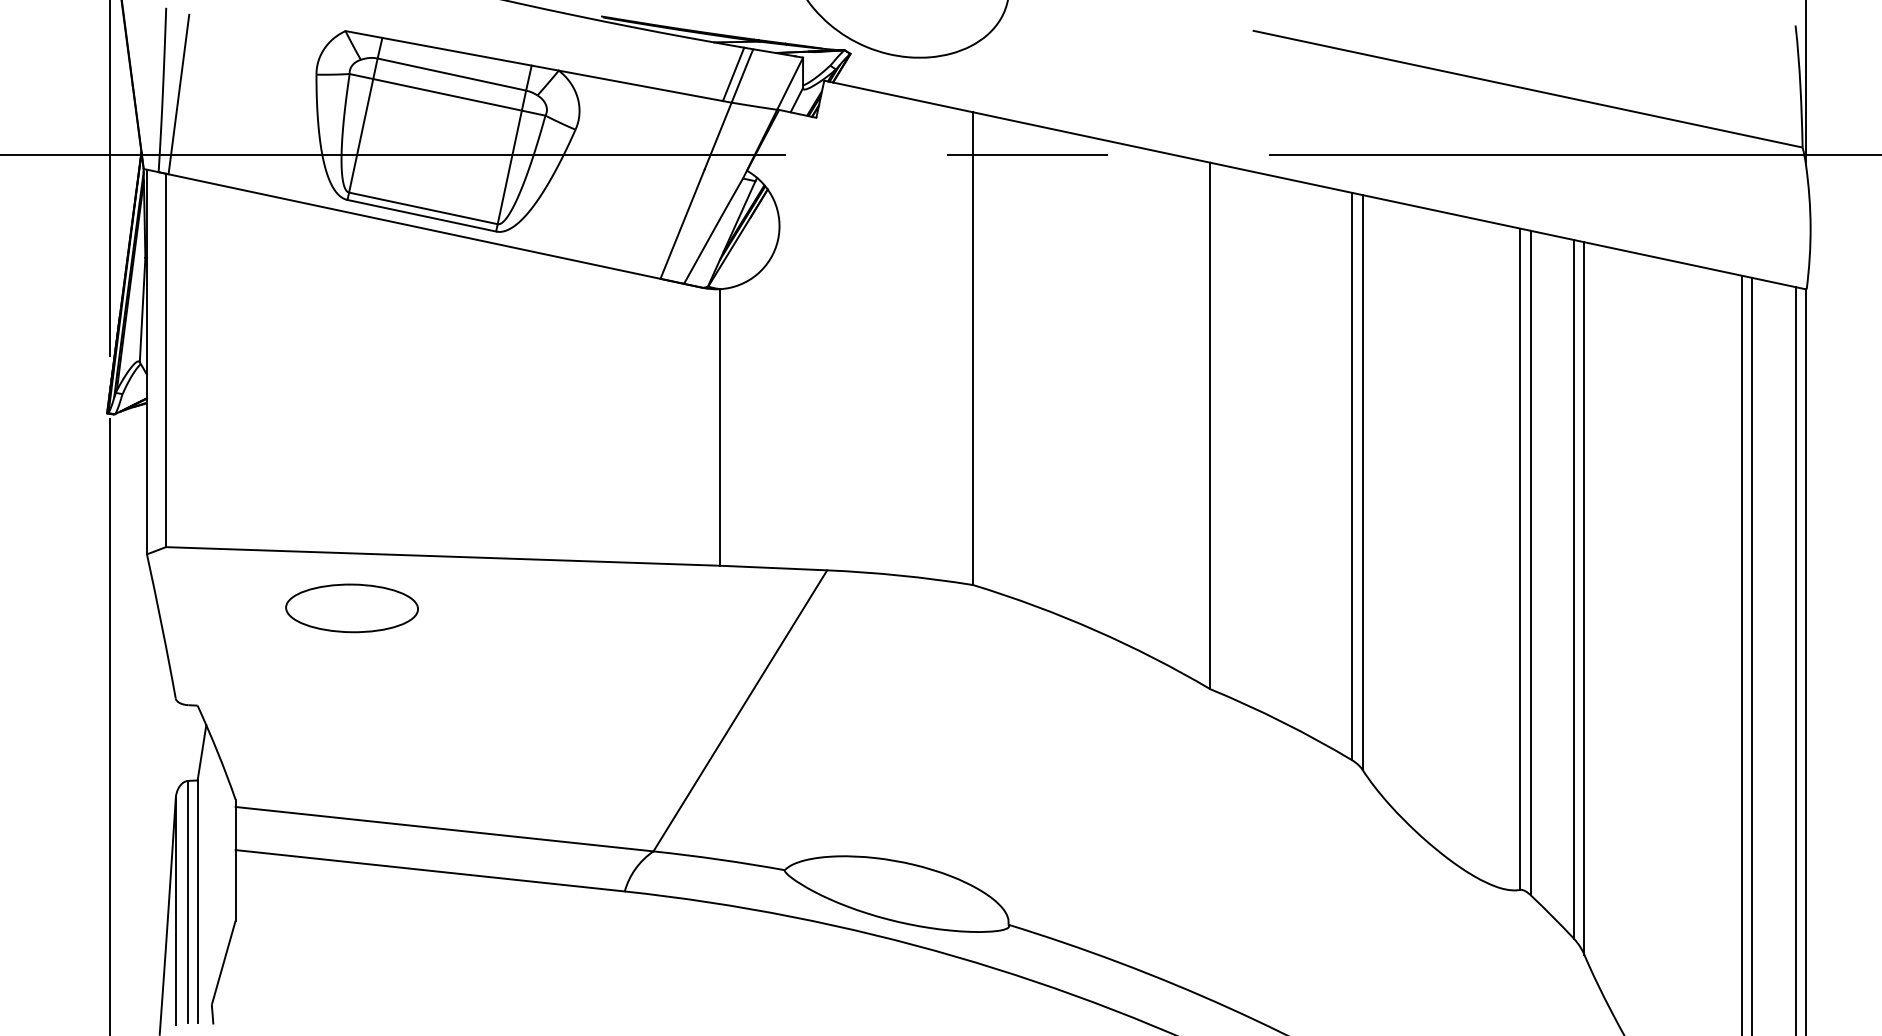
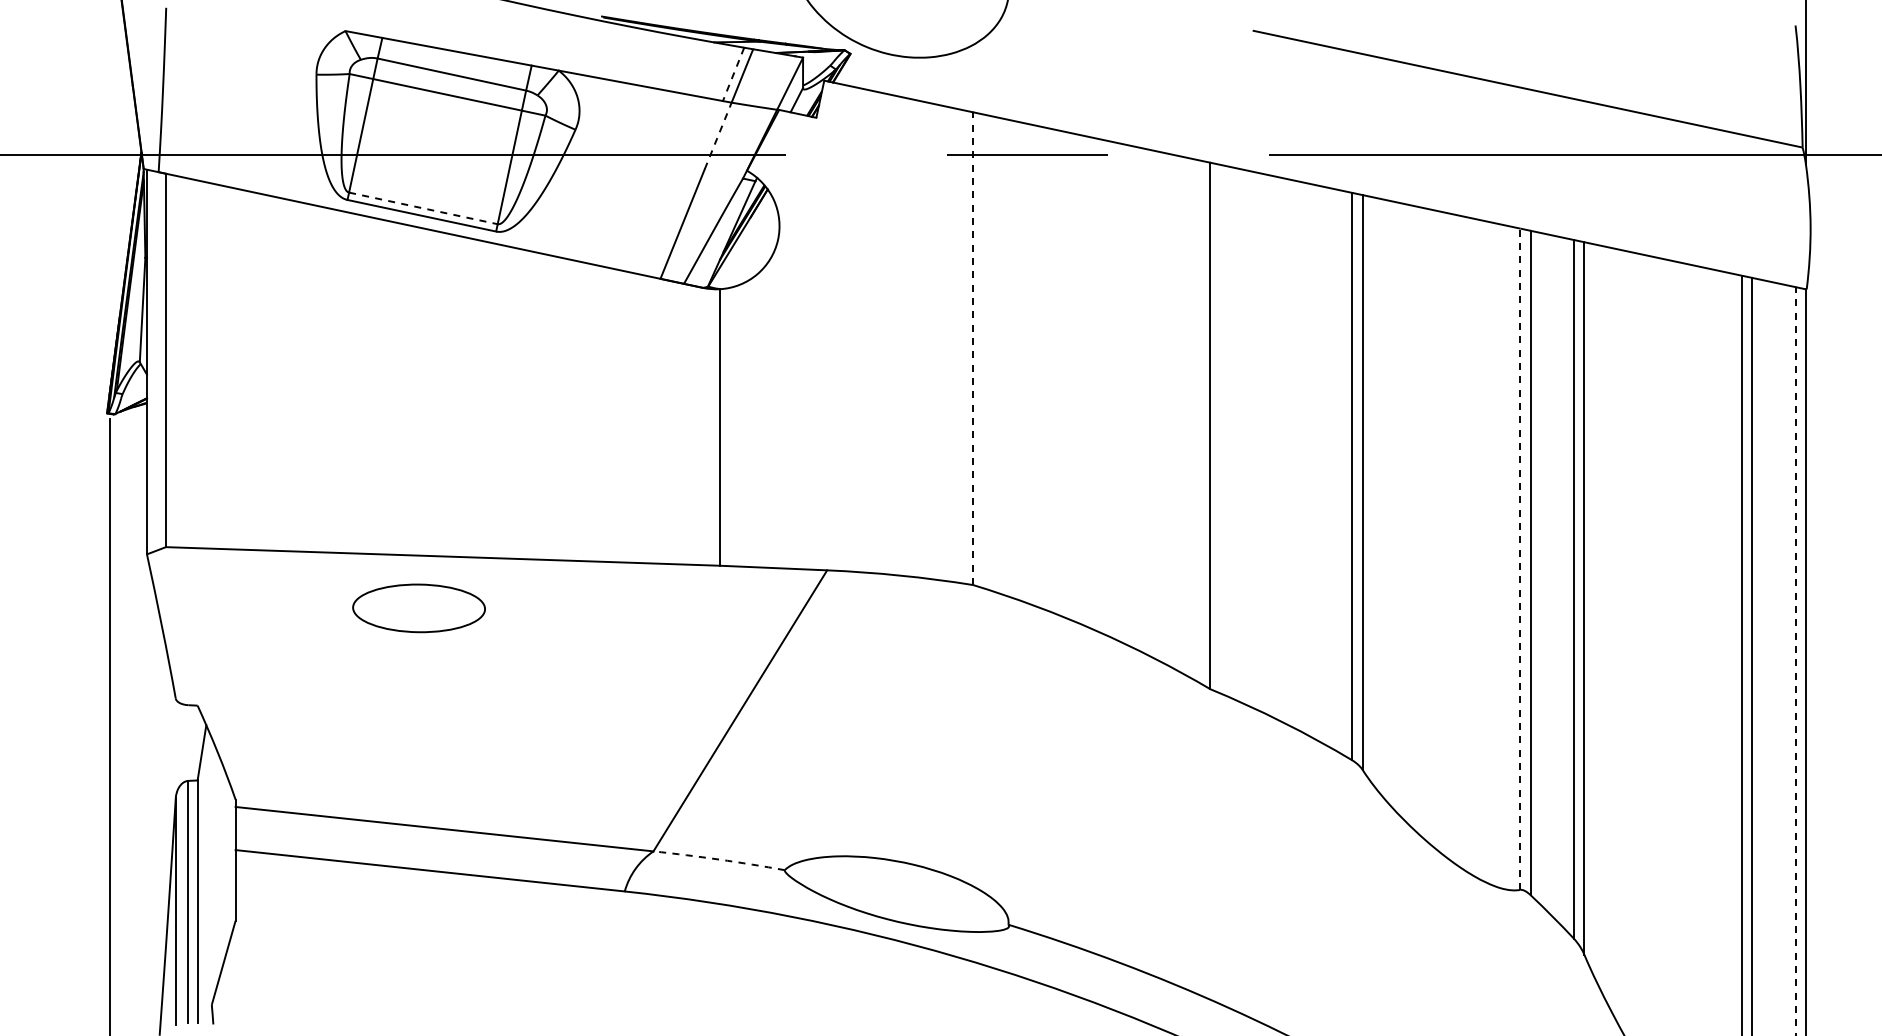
line at (733, 74): solid -> dashed
line at (178, 94): present -> none
line at (718, 136): solid -> dashed
line at (110, 178): present -> none
line at (423, 208): solid -> dashed
line at (973, 348): solid -> dashed
line at (1520, 559): solid -> dashed
part at (351, 608) position: (351, 608) -> (418, 608)
line at (1795, 660): solid -> dashed
arc at (719, 859): solid -> dashed
